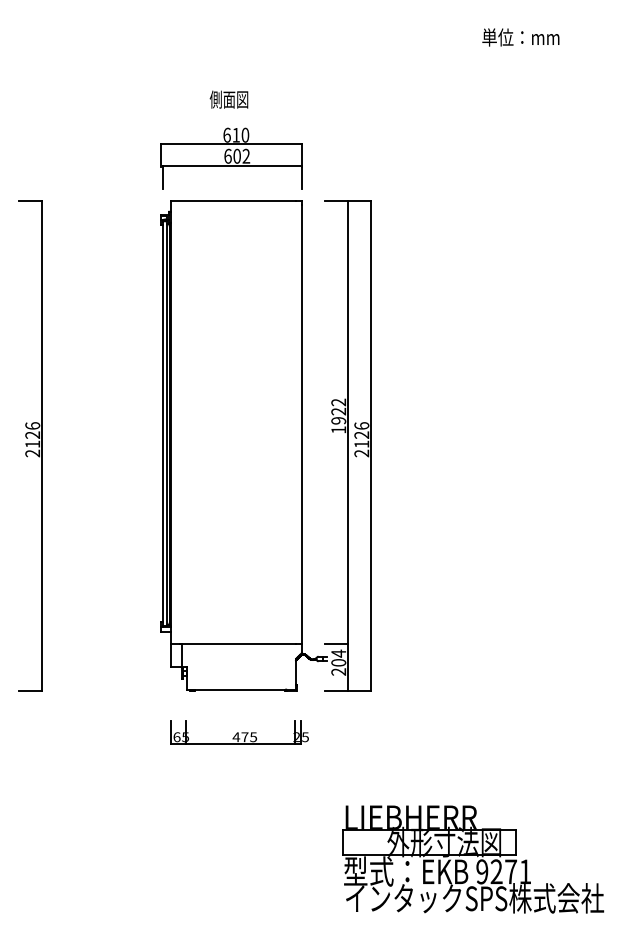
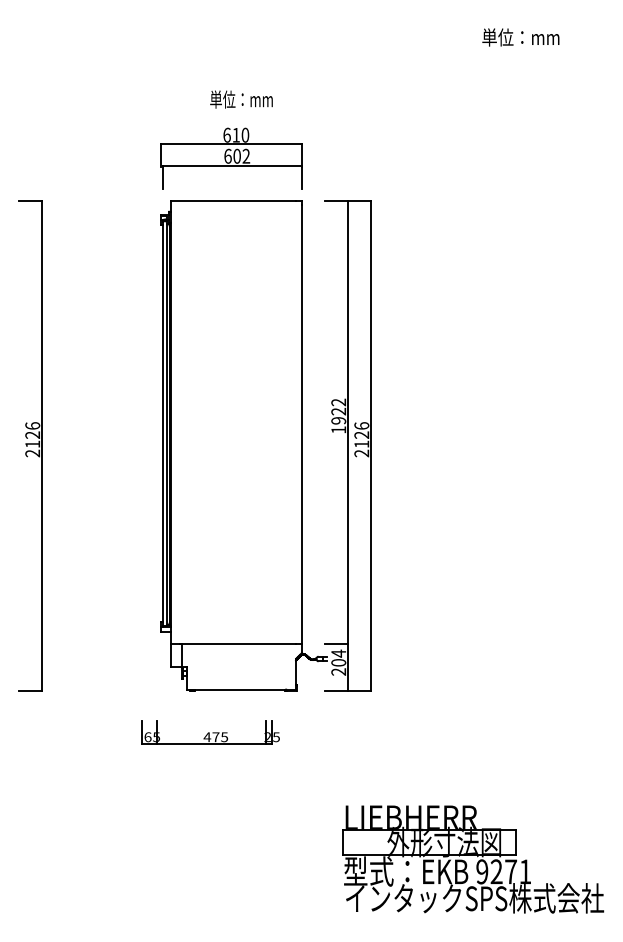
text at (240, 99): 側面図 -> 単位：mm
part at (239, 732) position: (239, 732) -> (210, 732)
